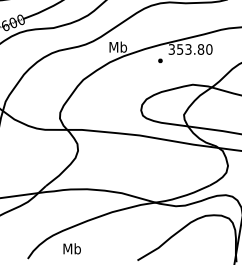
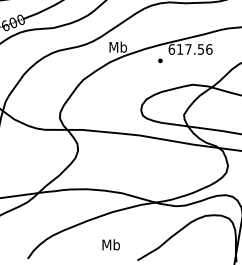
text at (190, 49): 353.80 -> 617.56
text at (71, 248) position: (71, 248) -> (110, 244)
